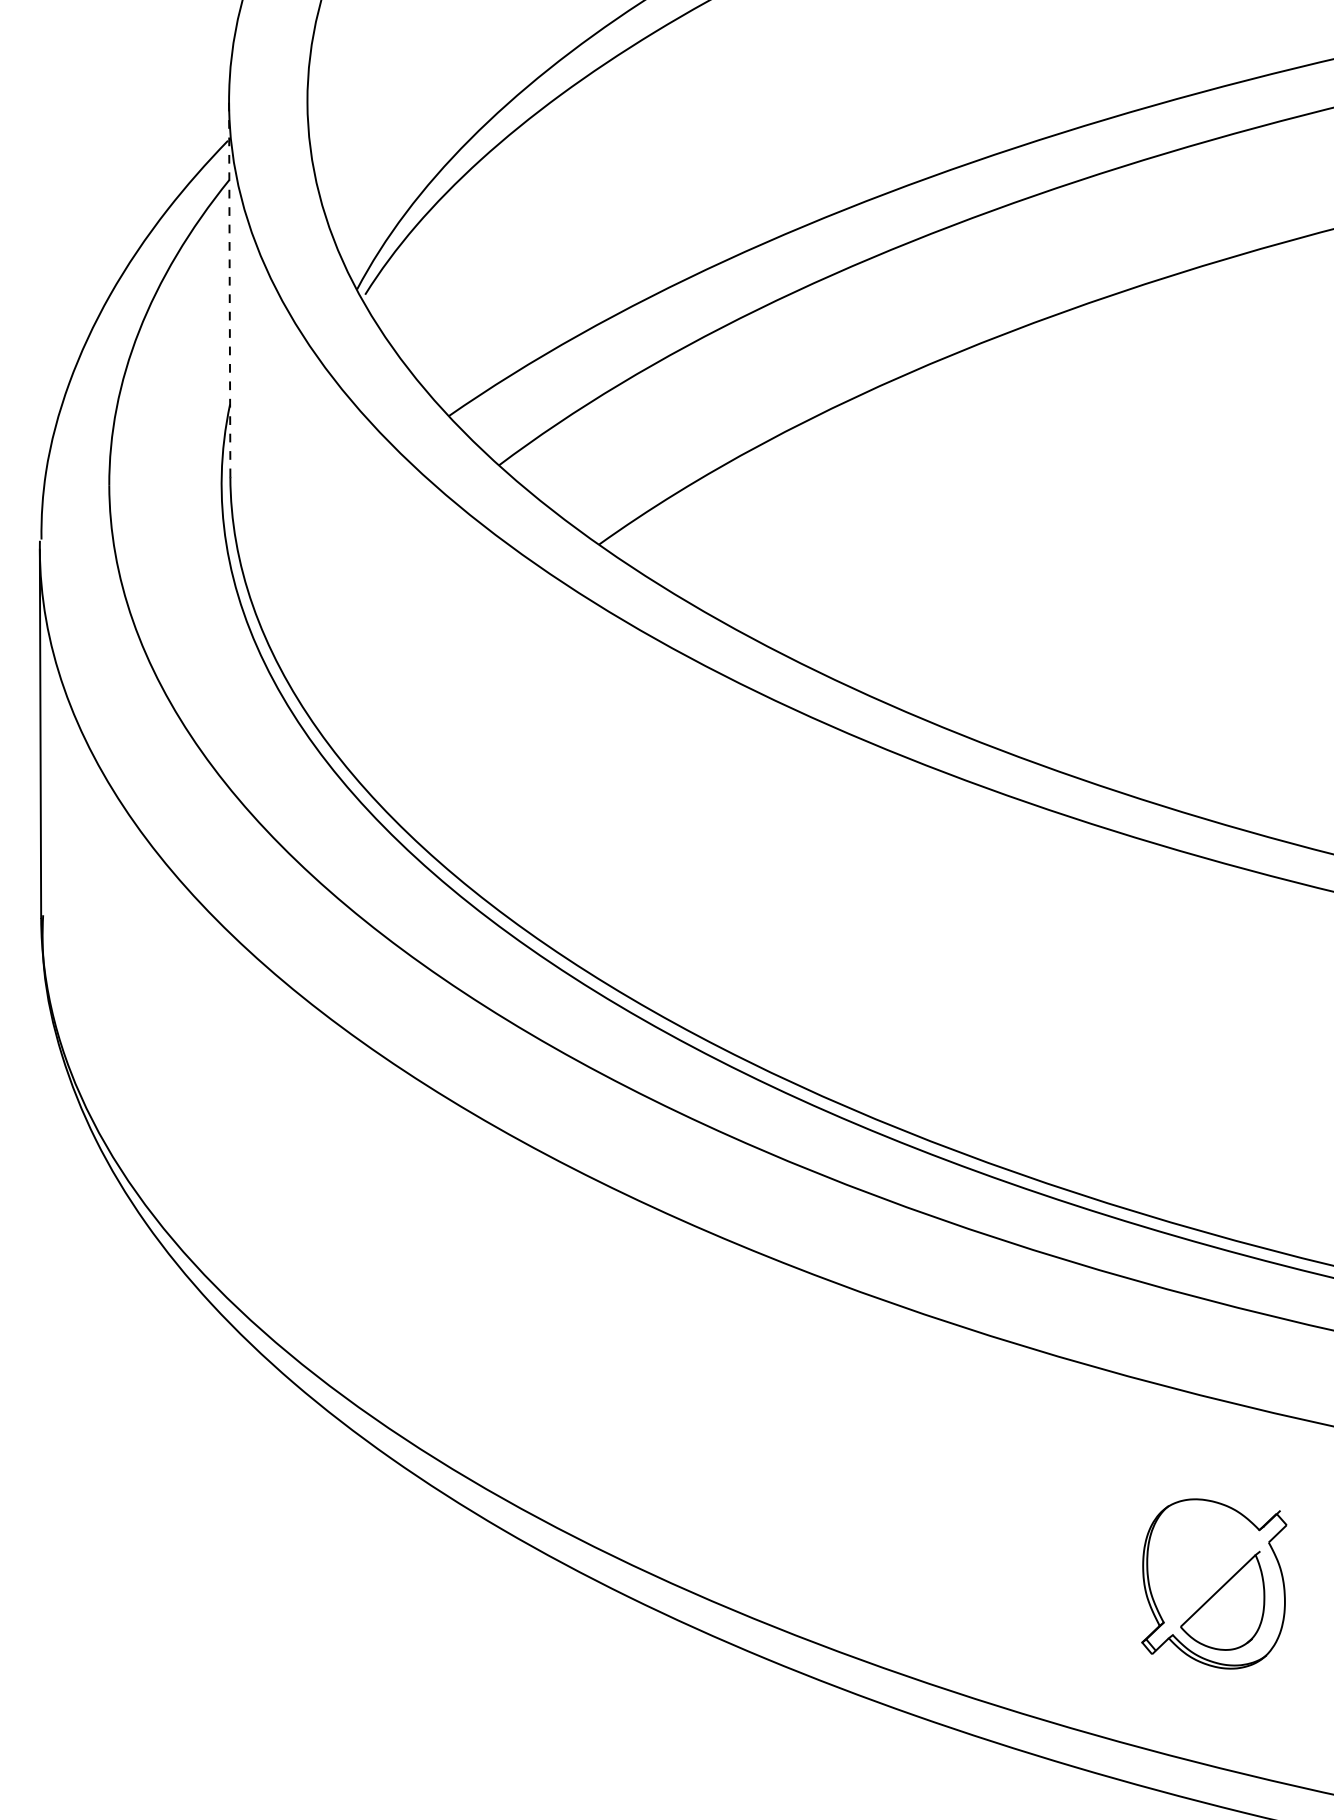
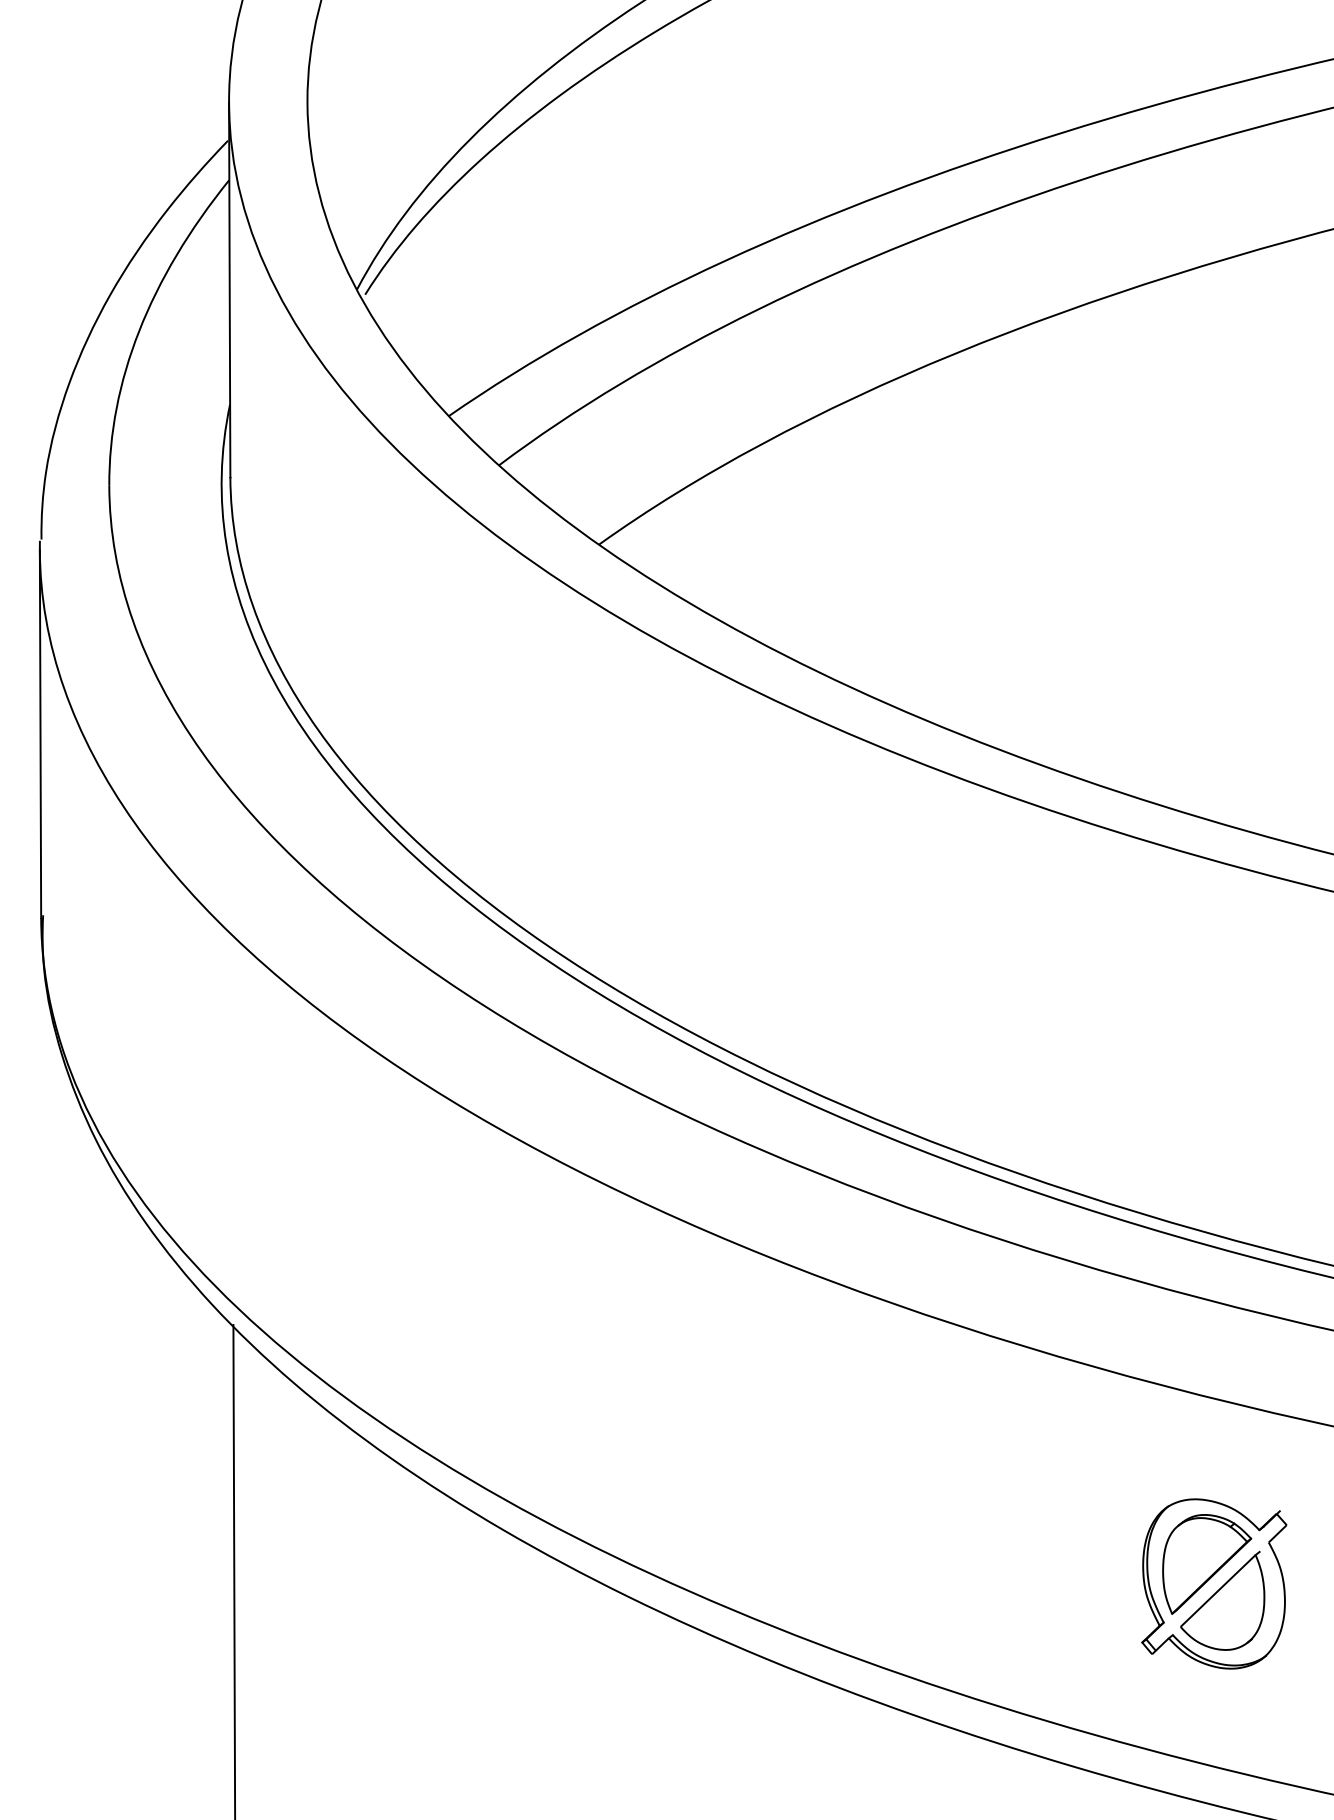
line at (229, 290): dashed -> solid
part at (1207, 1564): none -> present
line at (234, 1570): none -> present
